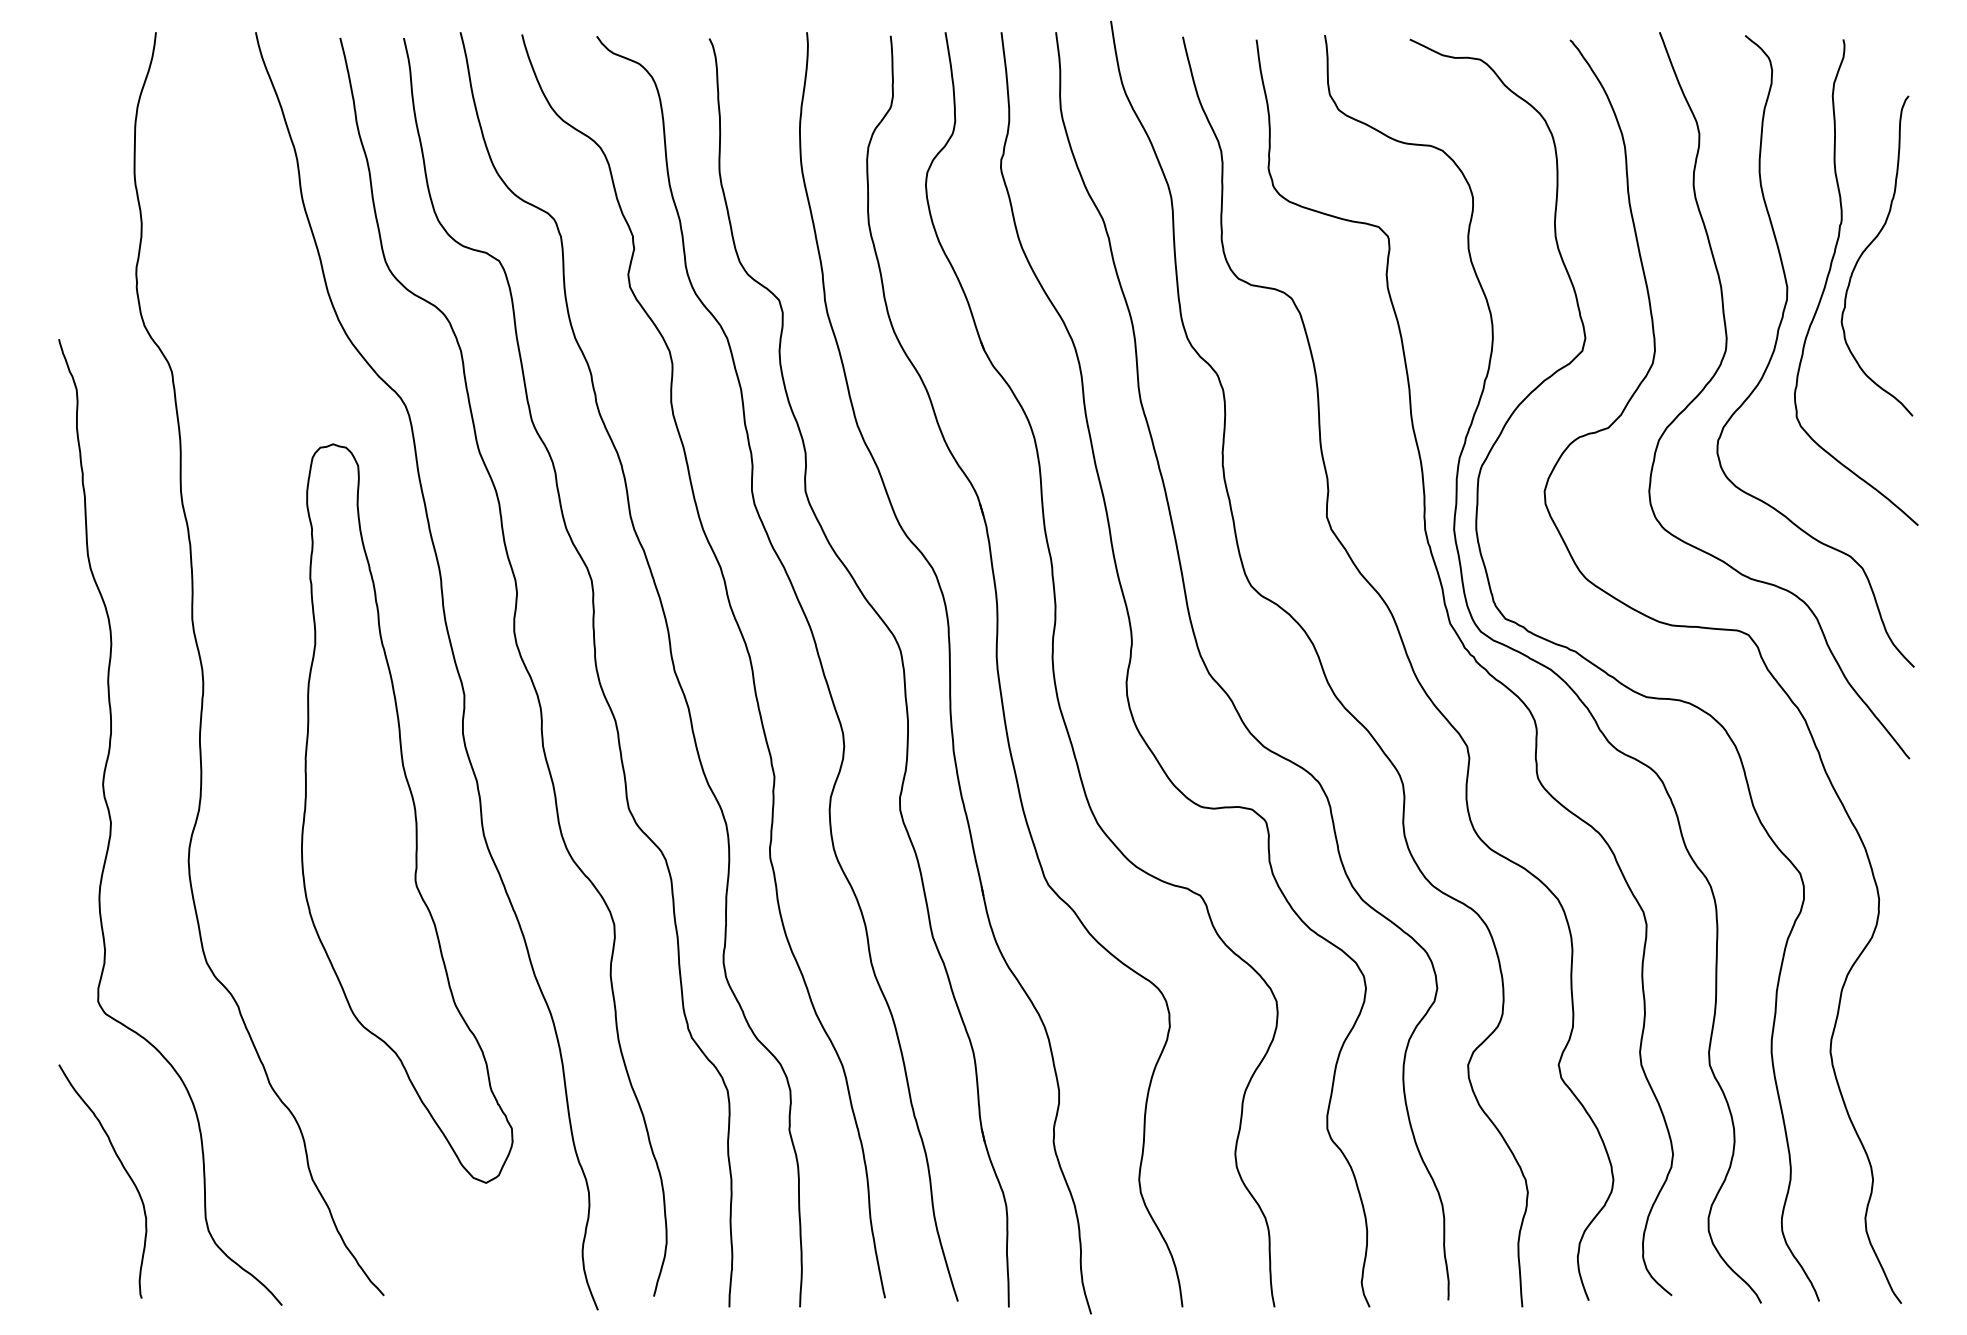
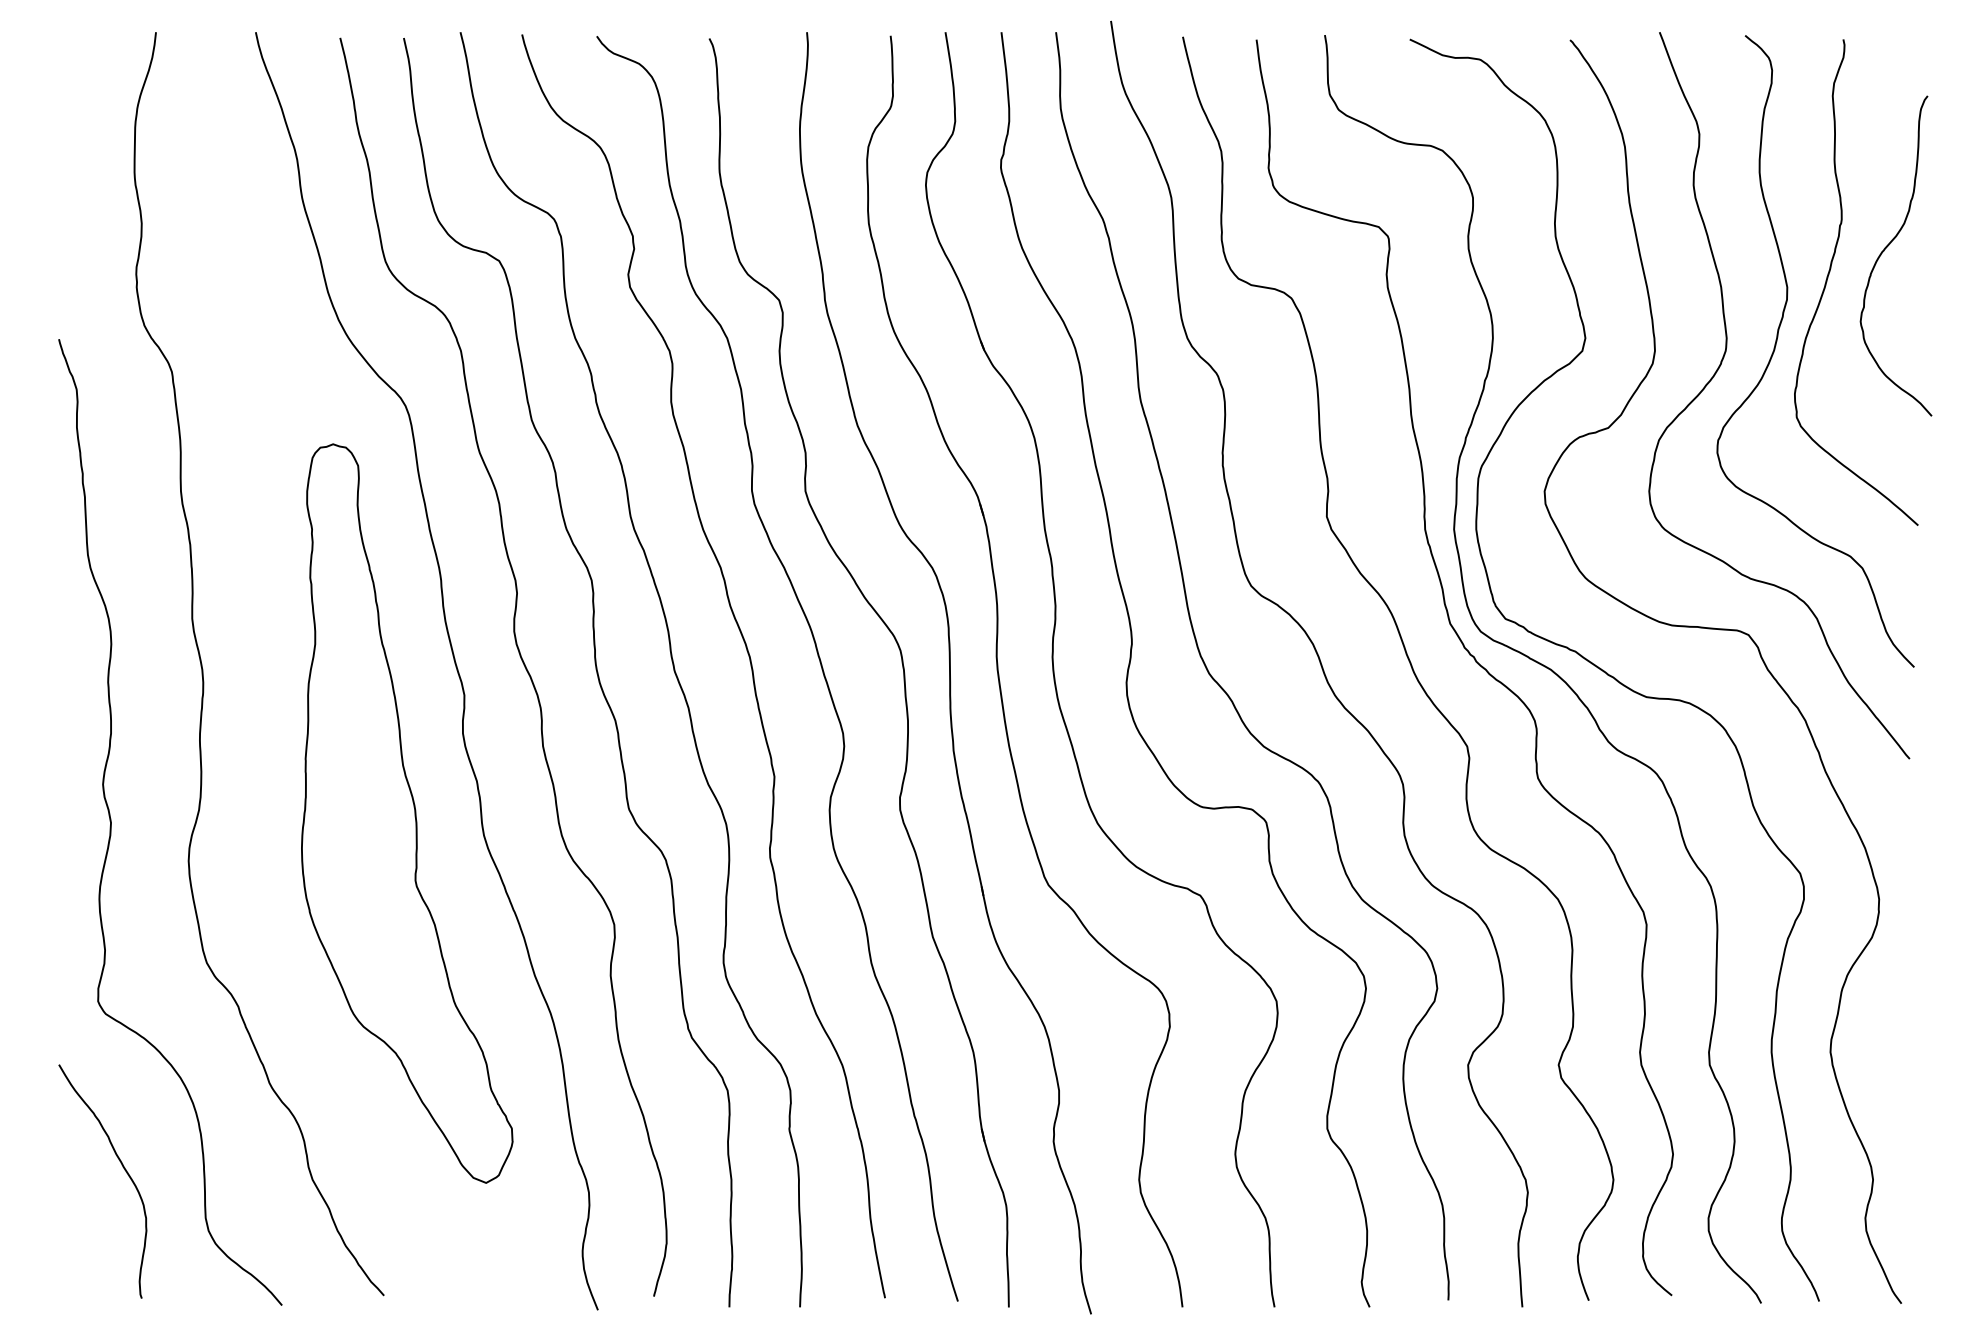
curve at (1868, 247) position: (1868, 247) -> (1887, 247)
